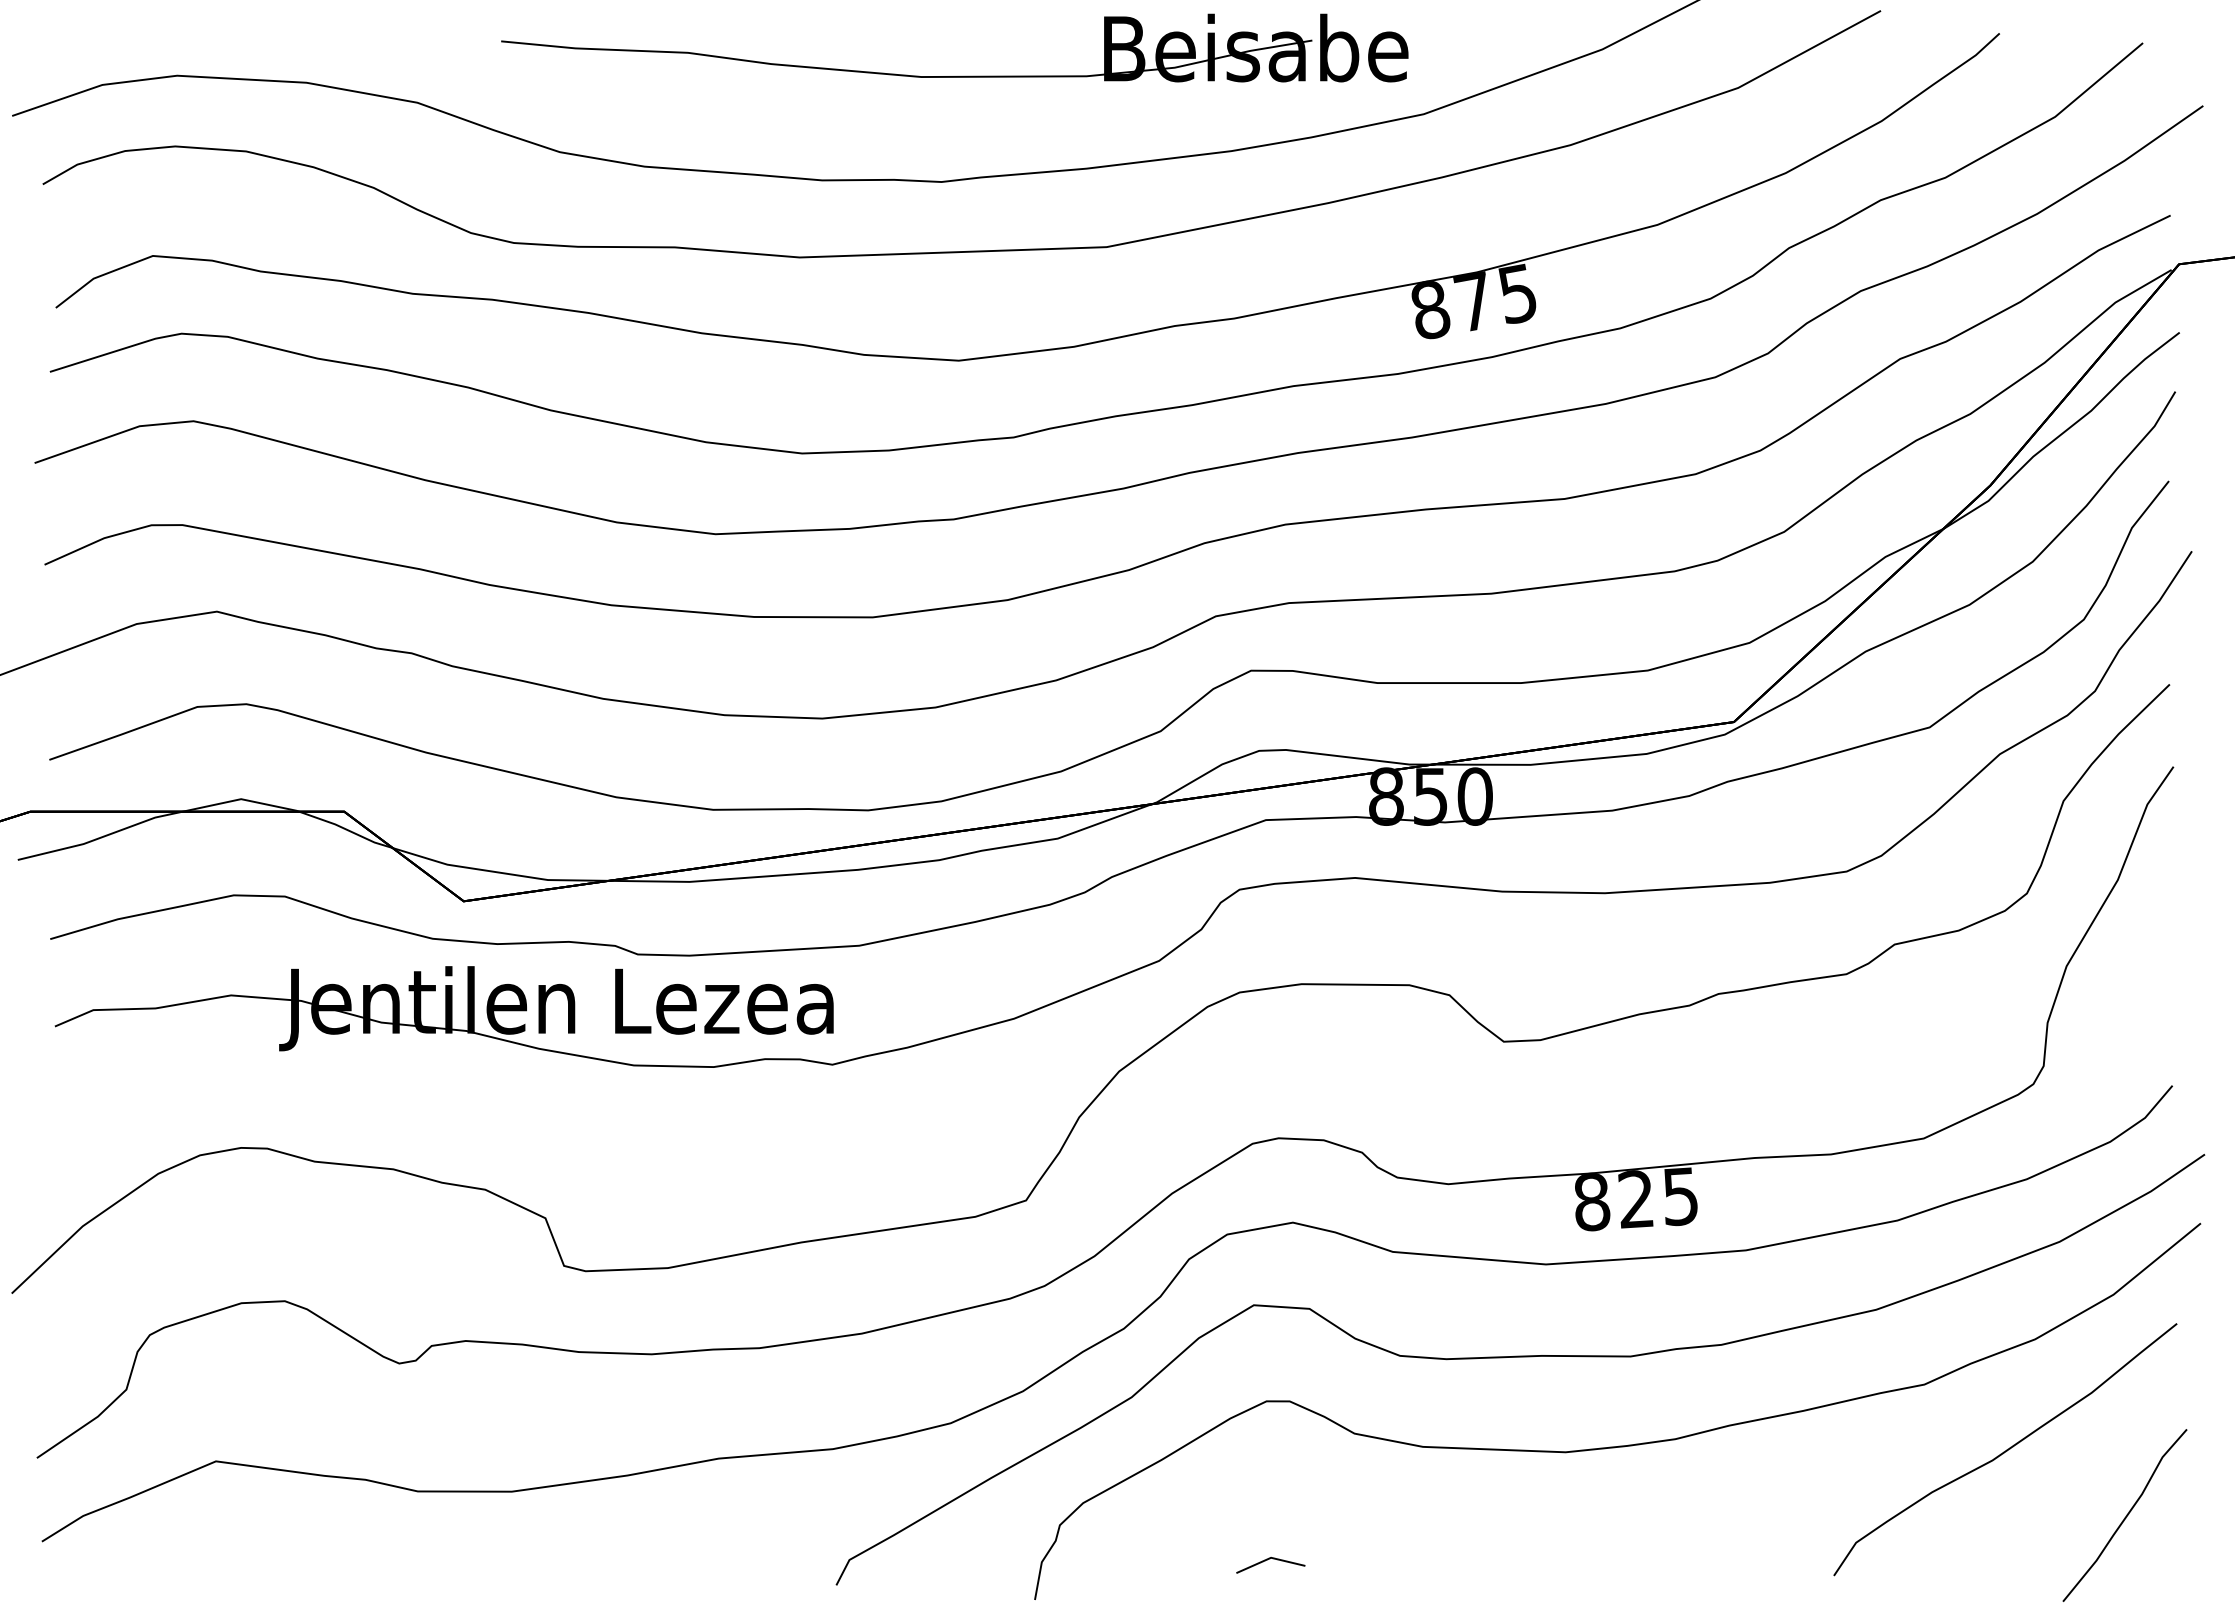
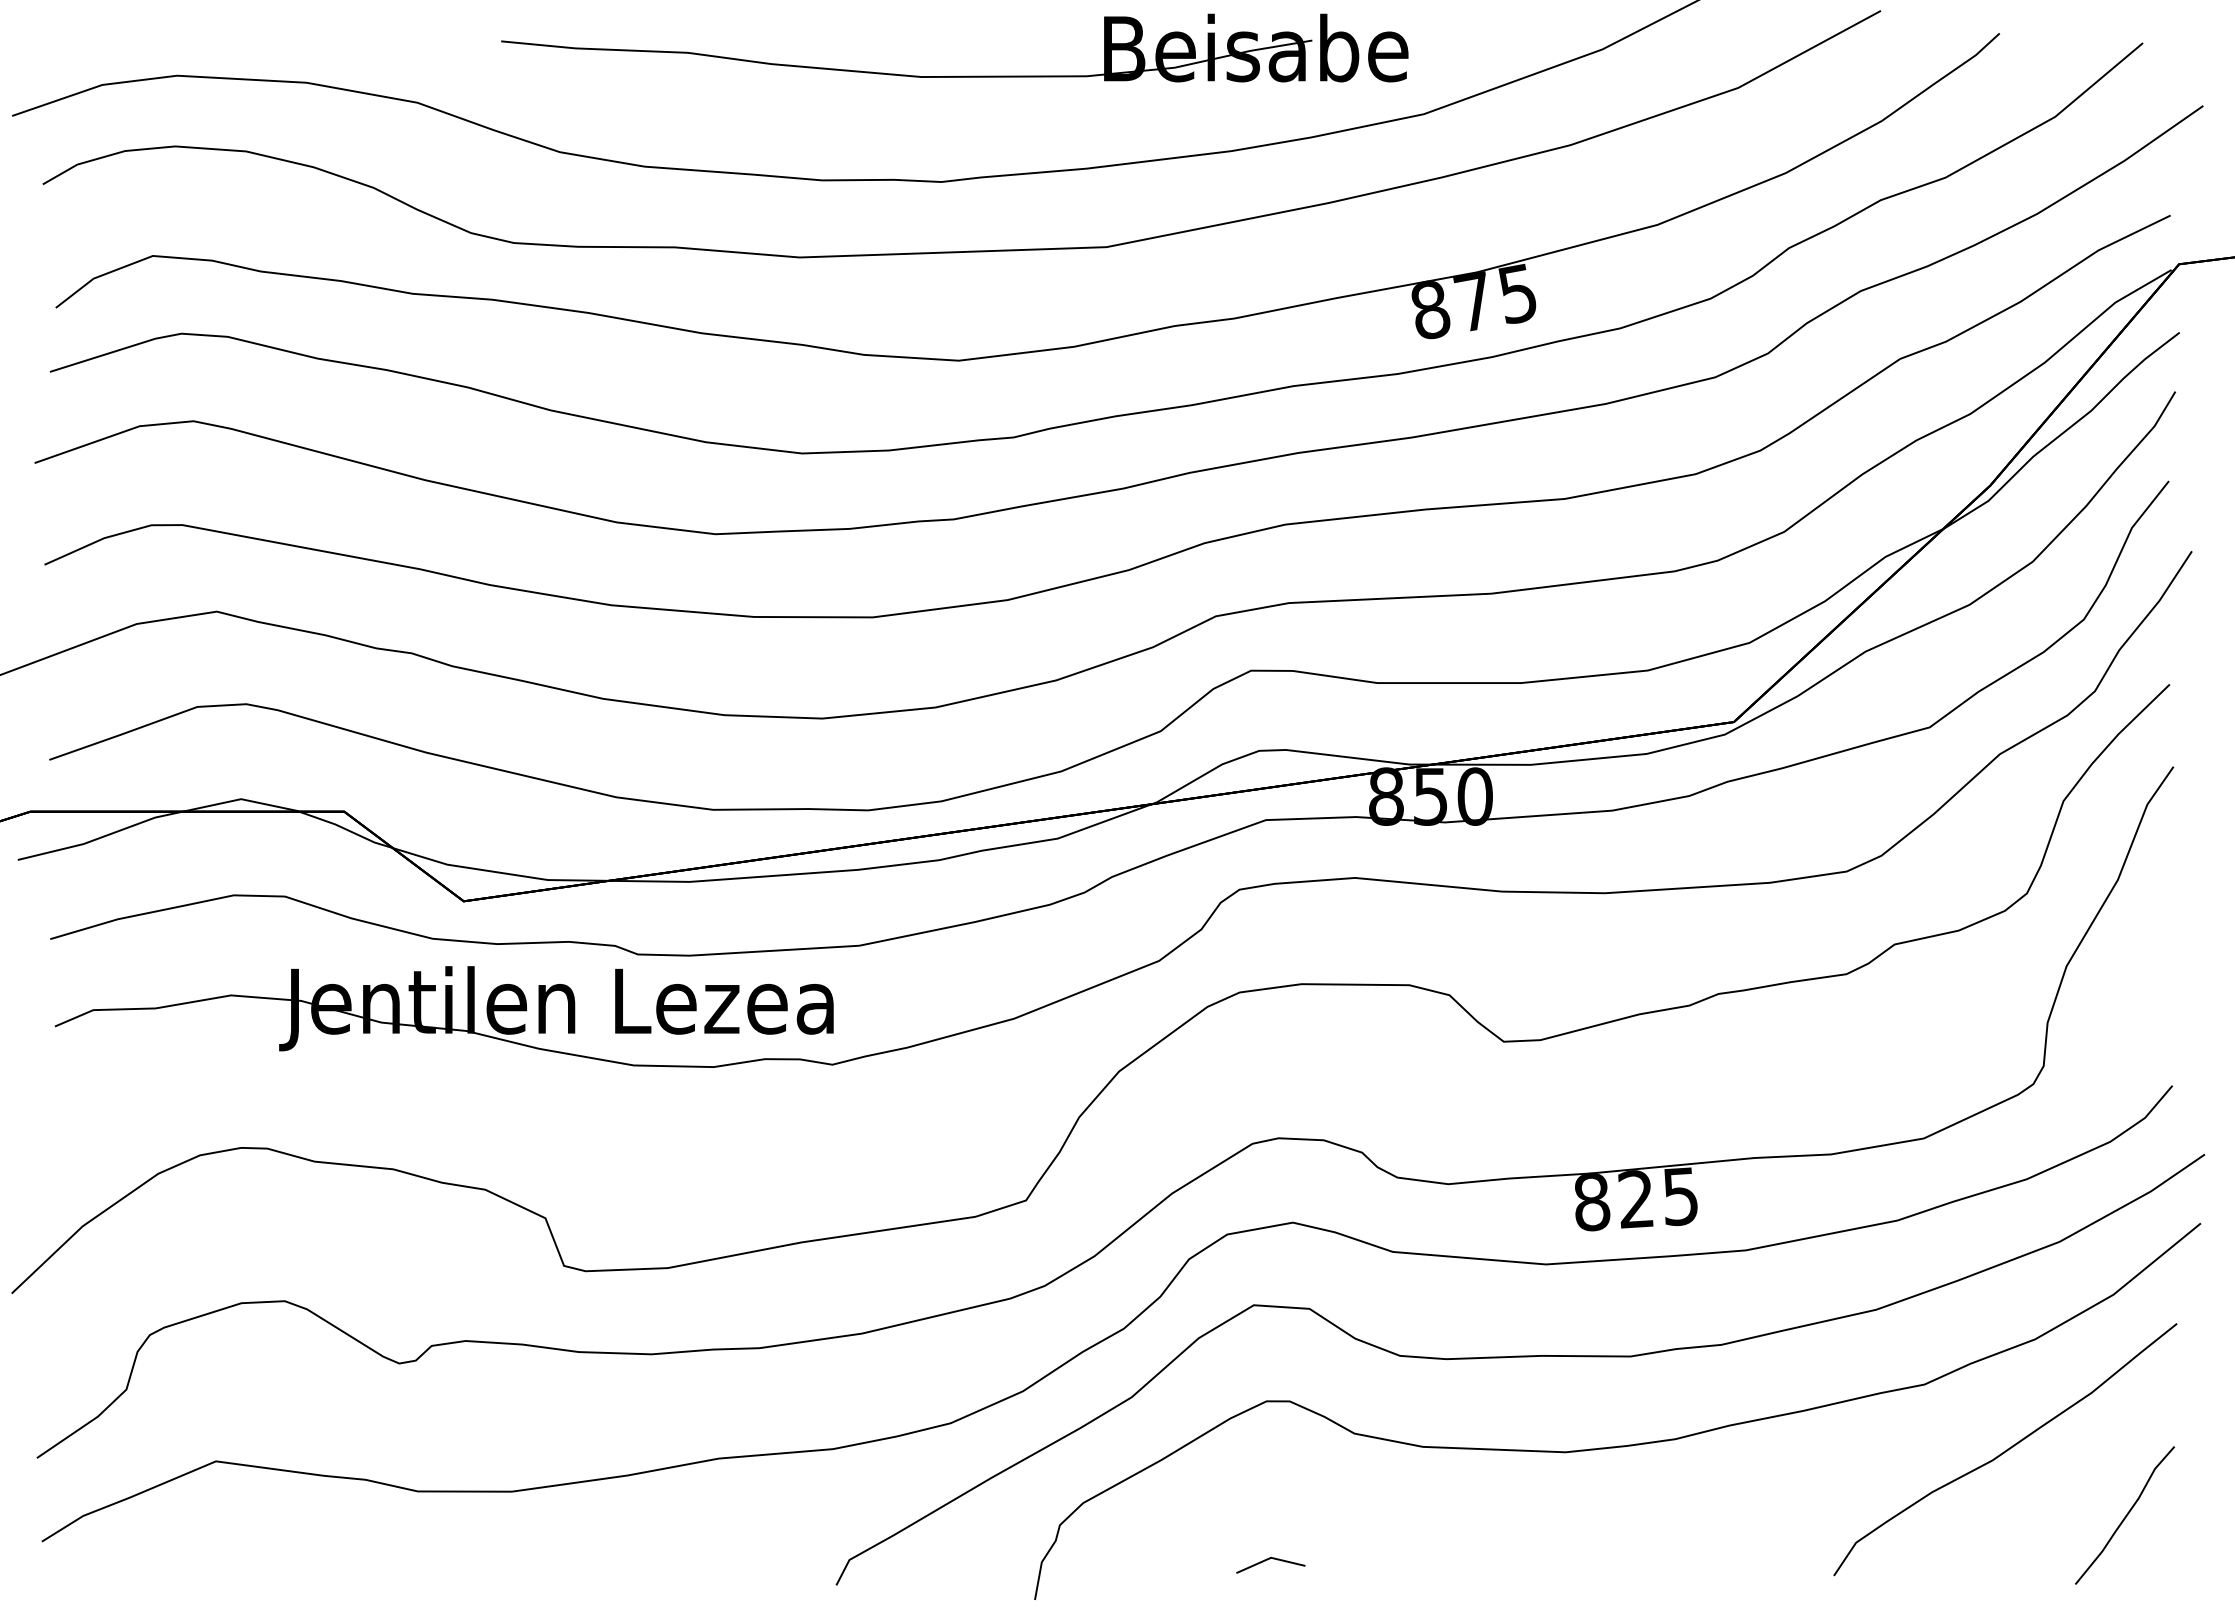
part at (2124, 1515) size: 126x173 px -> 100x139 px
